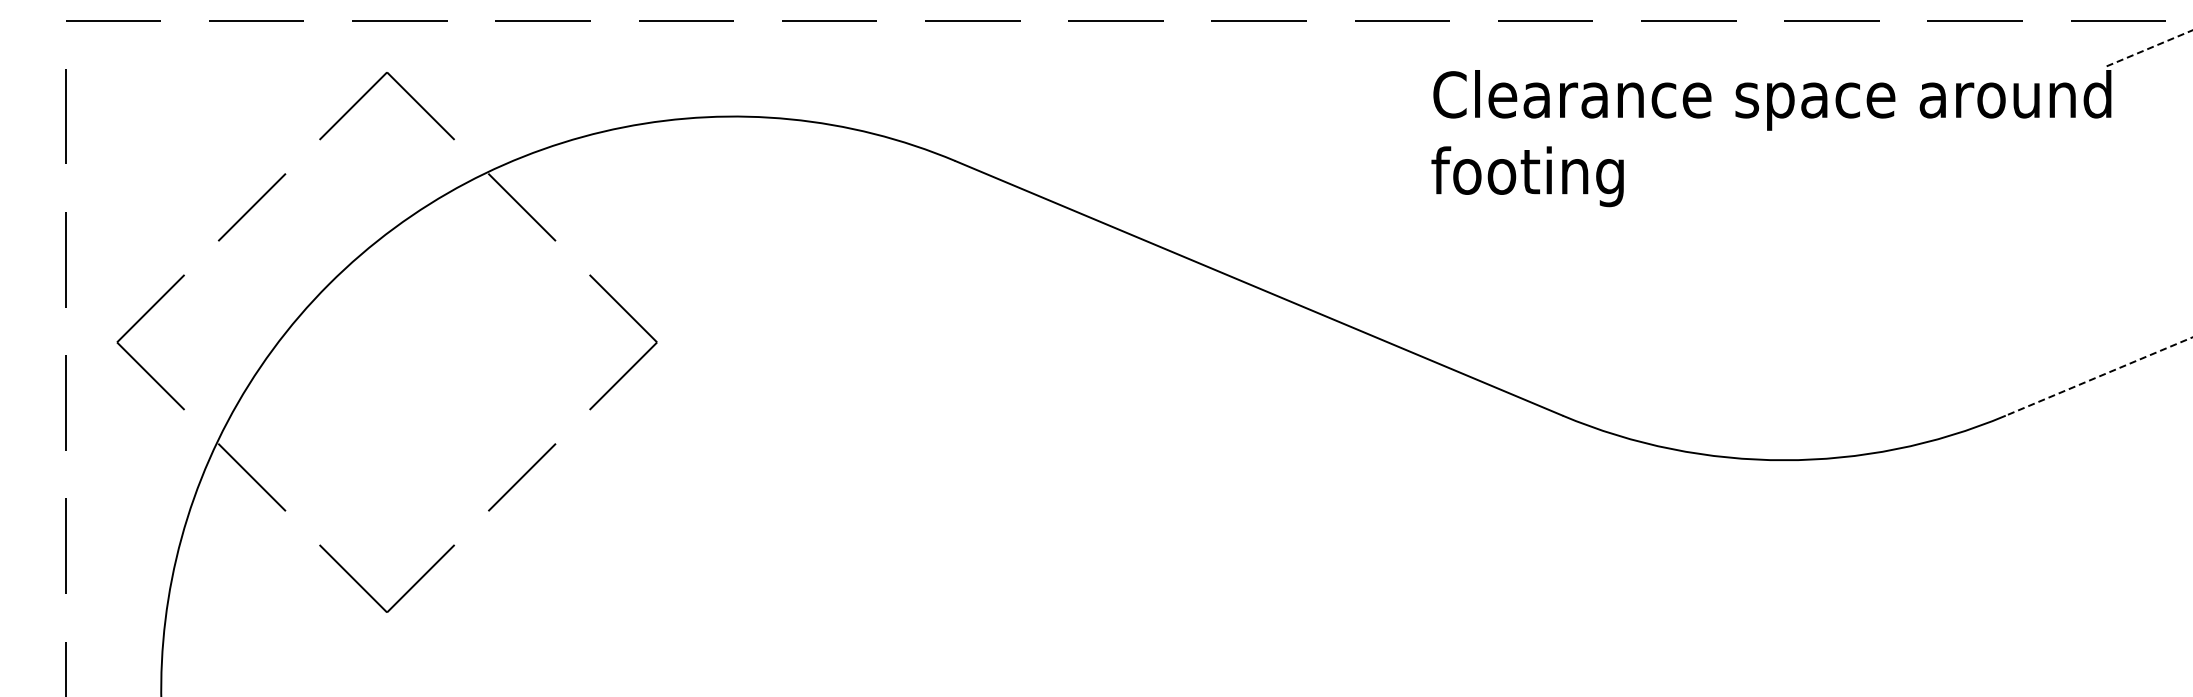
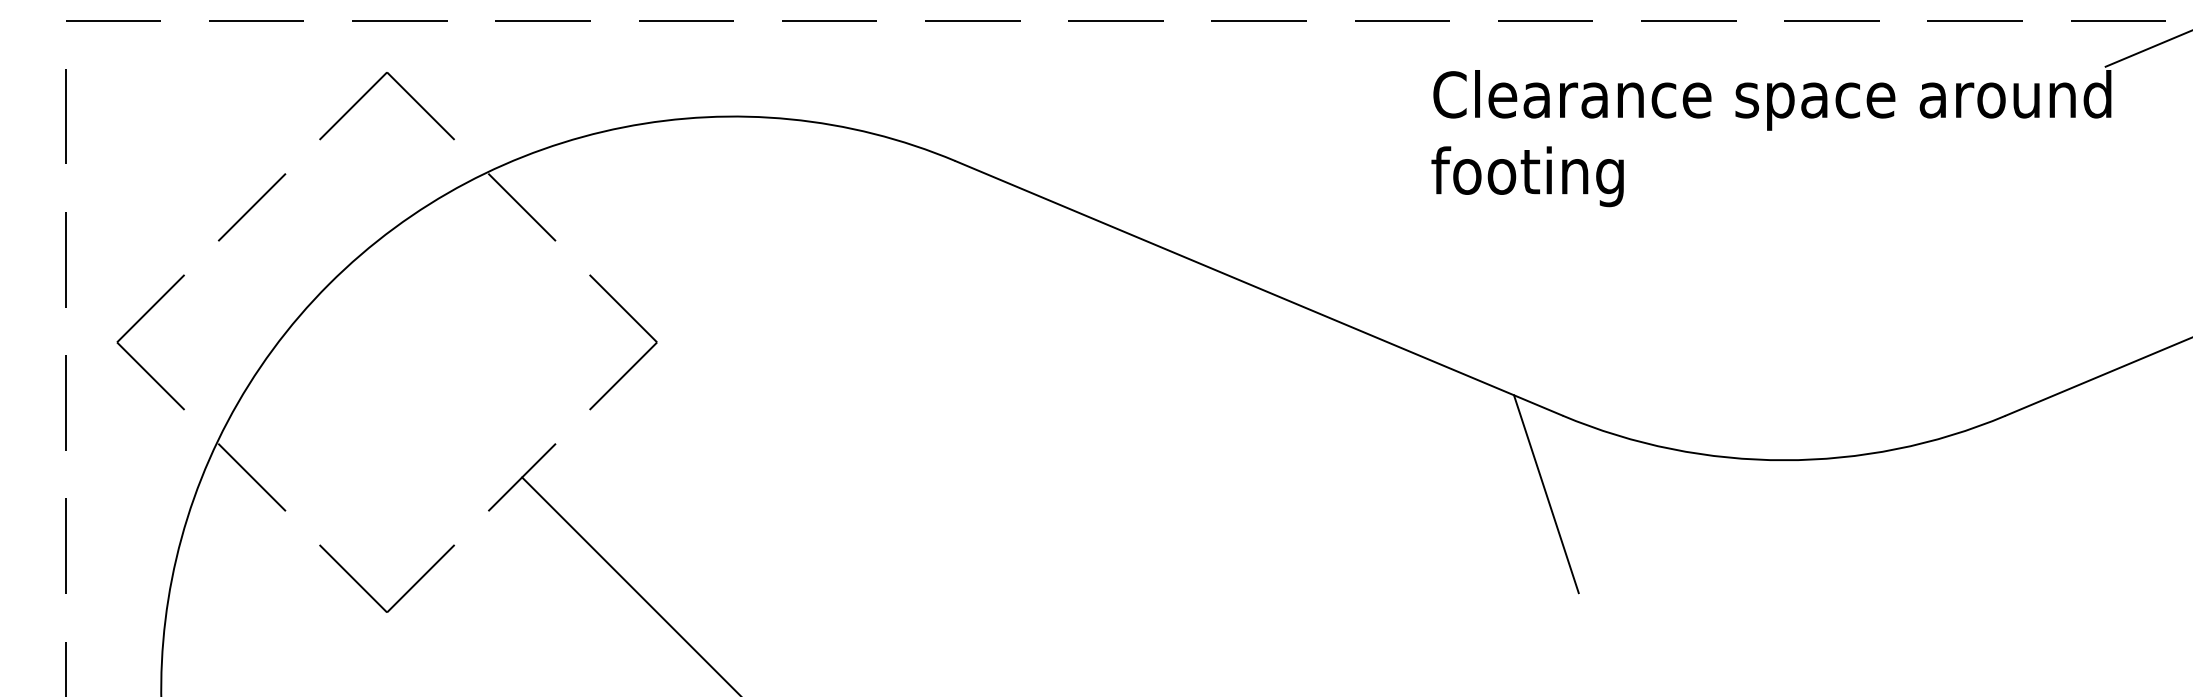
line at (2148, 48): dashed -> solid
line at (2098, 376): dashed -> solid
line at (1546, 494): none -> present
line at (630, 585): none -> present
